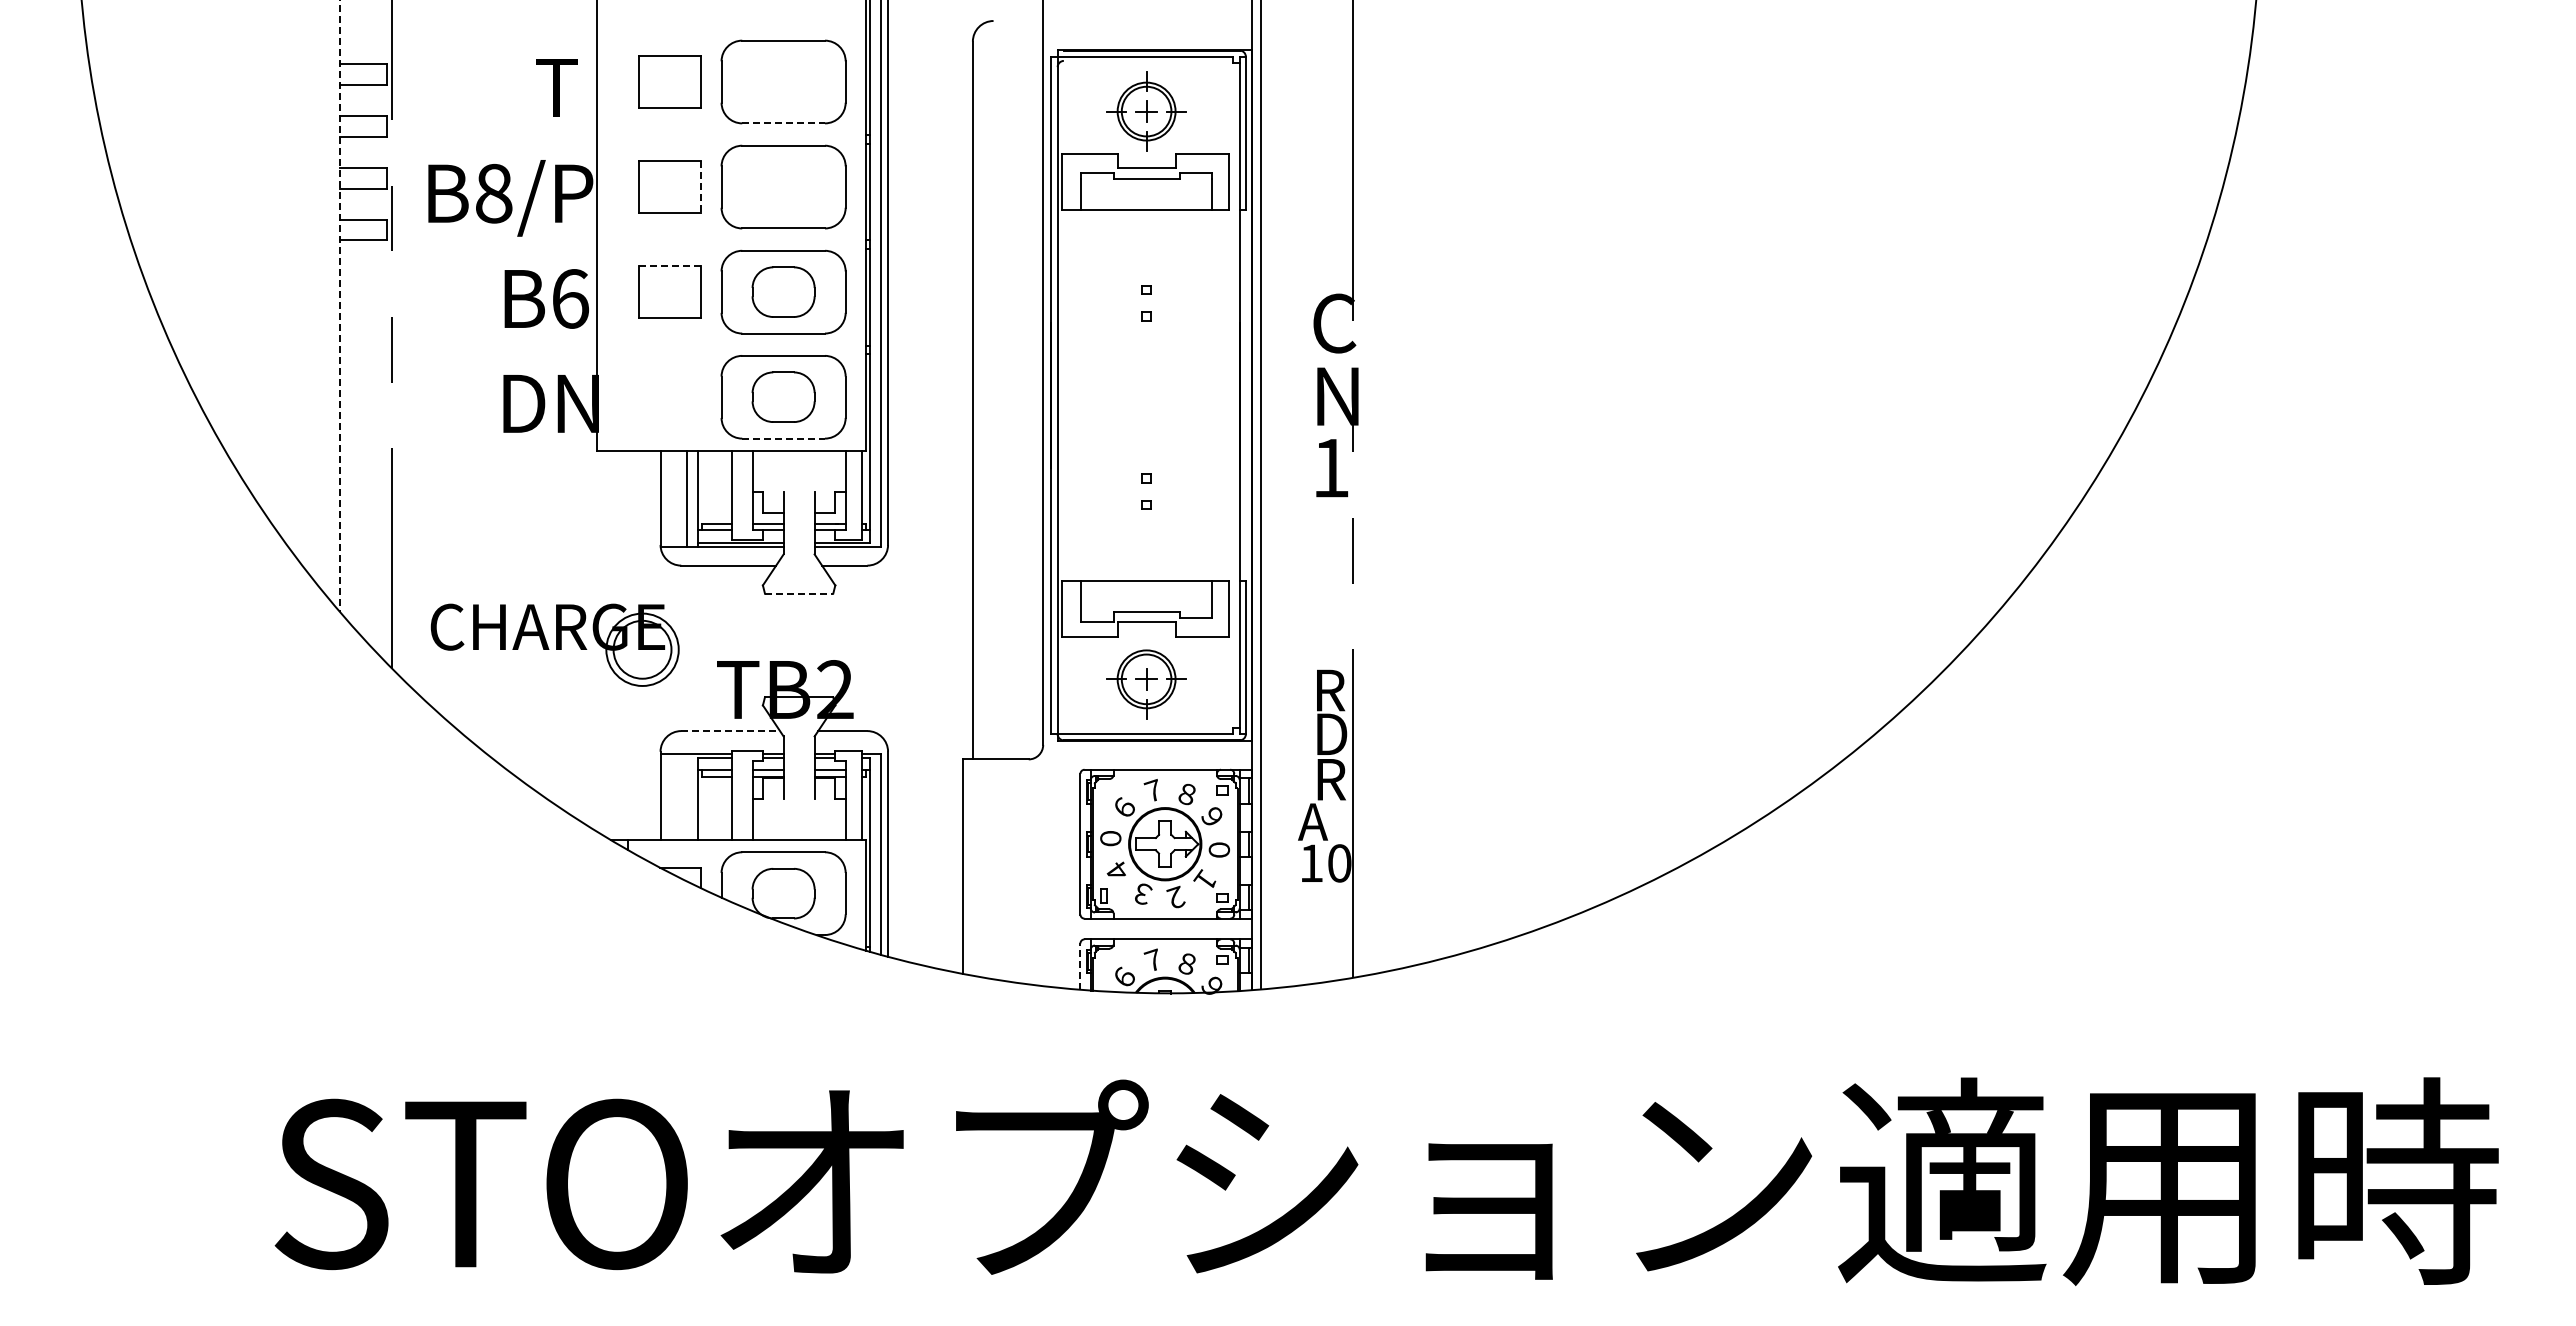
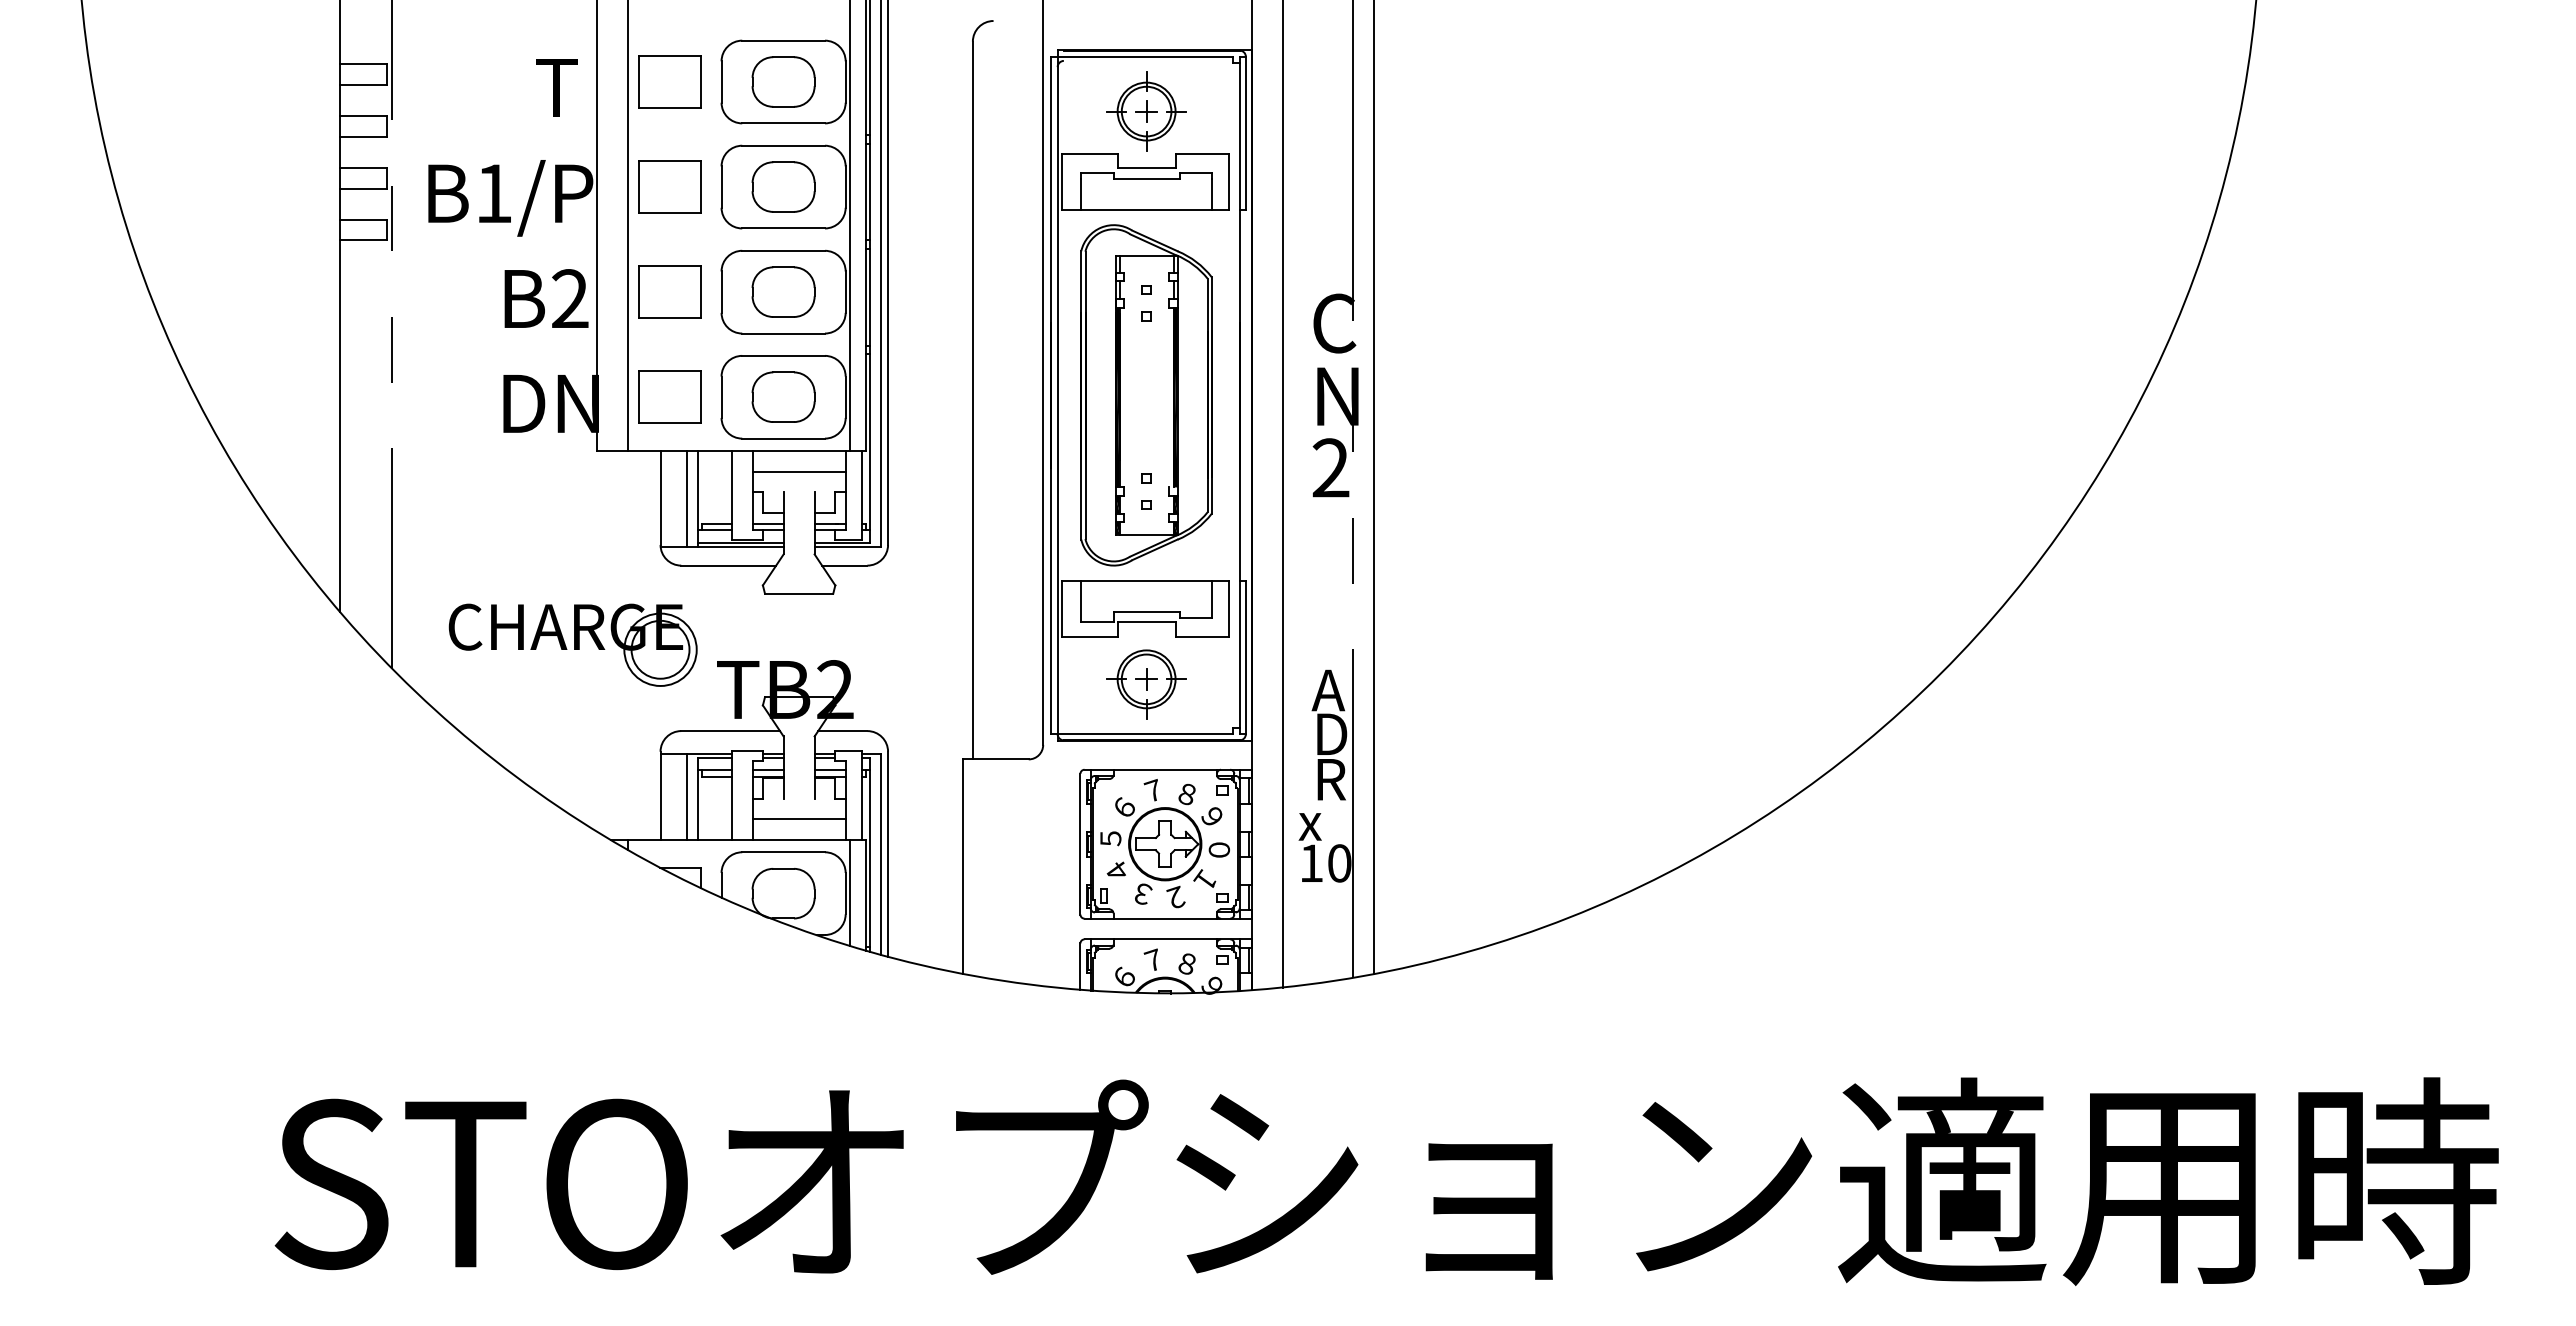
part at (783, 81): none -> present
line at (784, 123): dashed -> solid
part at (783, 186): none -> present
line at (700, 187): dashed -> solid
text at (494, 193): B8/P -> B1/P
line at (628, 226): none -> present
line at (849, 226): none -> present
line at (670, 266): dashed -> solid
text at (570, 298): B6 -> B2
line at (339, 306): dashed -> solid
part at (1146, 395): none -> present
part at (669, 396): none -> present
line at (784, 438): dashed -> solid
text at (1330, 467): 1 -> 2
line at (798, 471): none -> present
line at (1374, 487): none -> present
line at (1261, 494) position: (1261, 494) -> (1283, 494)
line at (799, 593): dashed -> solid
part at (554, 644) position: (554, 644) -> (572, 644)
text at (1327, 690): R -> A
line at (731, 731): dashed -> solid
line at (687, 796): none -> present
line at (798, 819): none -> present
text at (1313, 821): A -> x
text at (1110, 838): ０ -> ５
line at (849, 892): none -> present
line at (1080, 966): dashed -> solid
